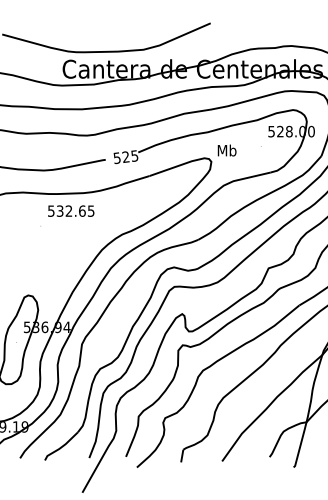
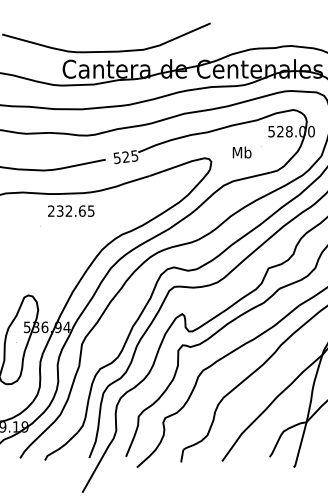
text at (226, 150) position: (226, 150) -> (241, 152)
text at (51, 210): 532.65 -> 232.65
